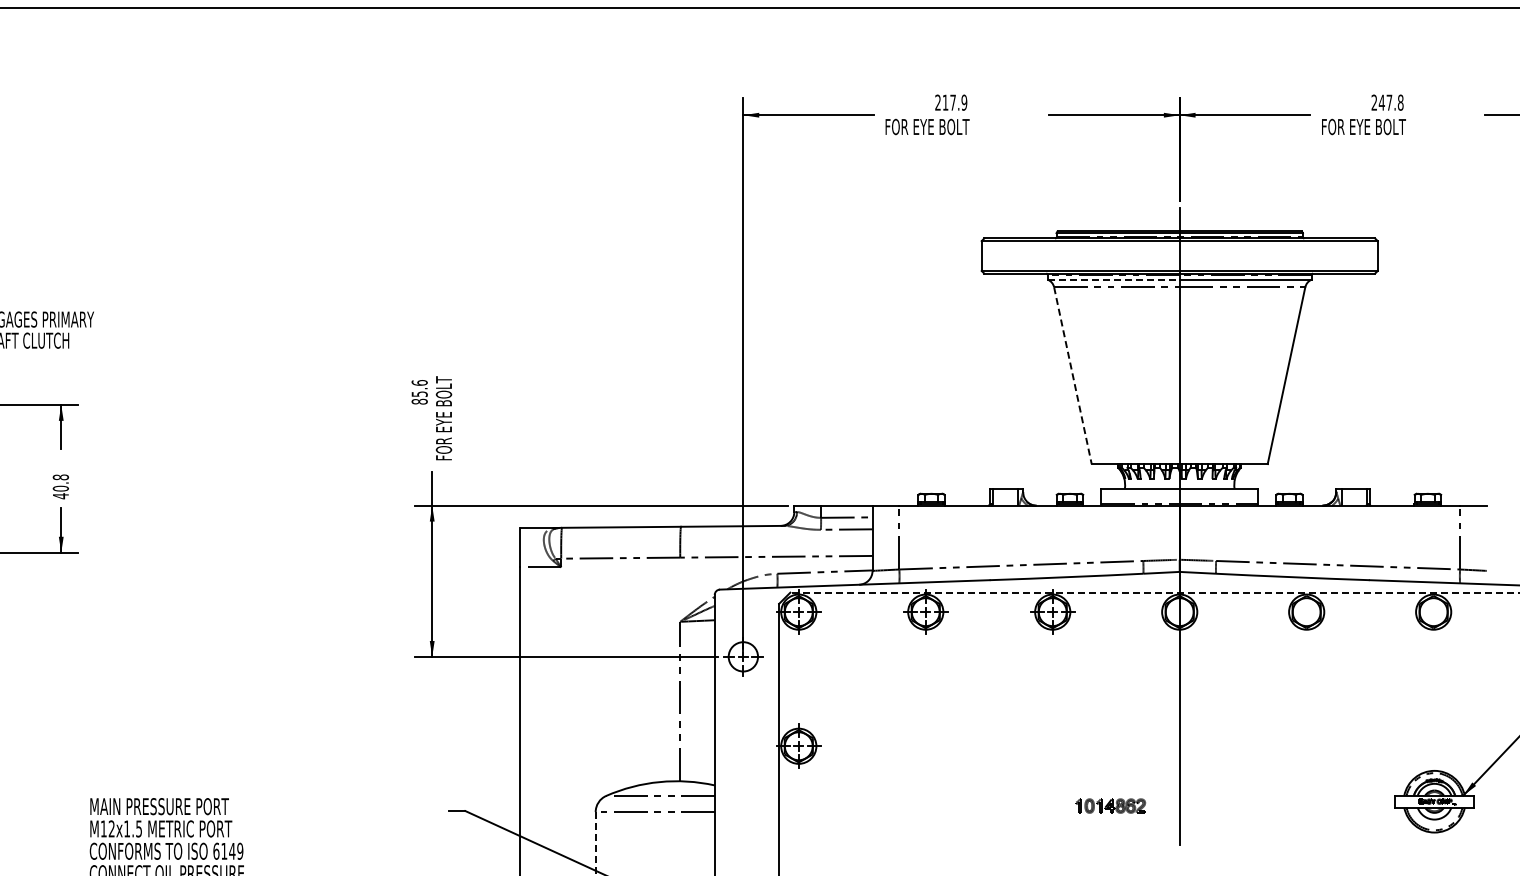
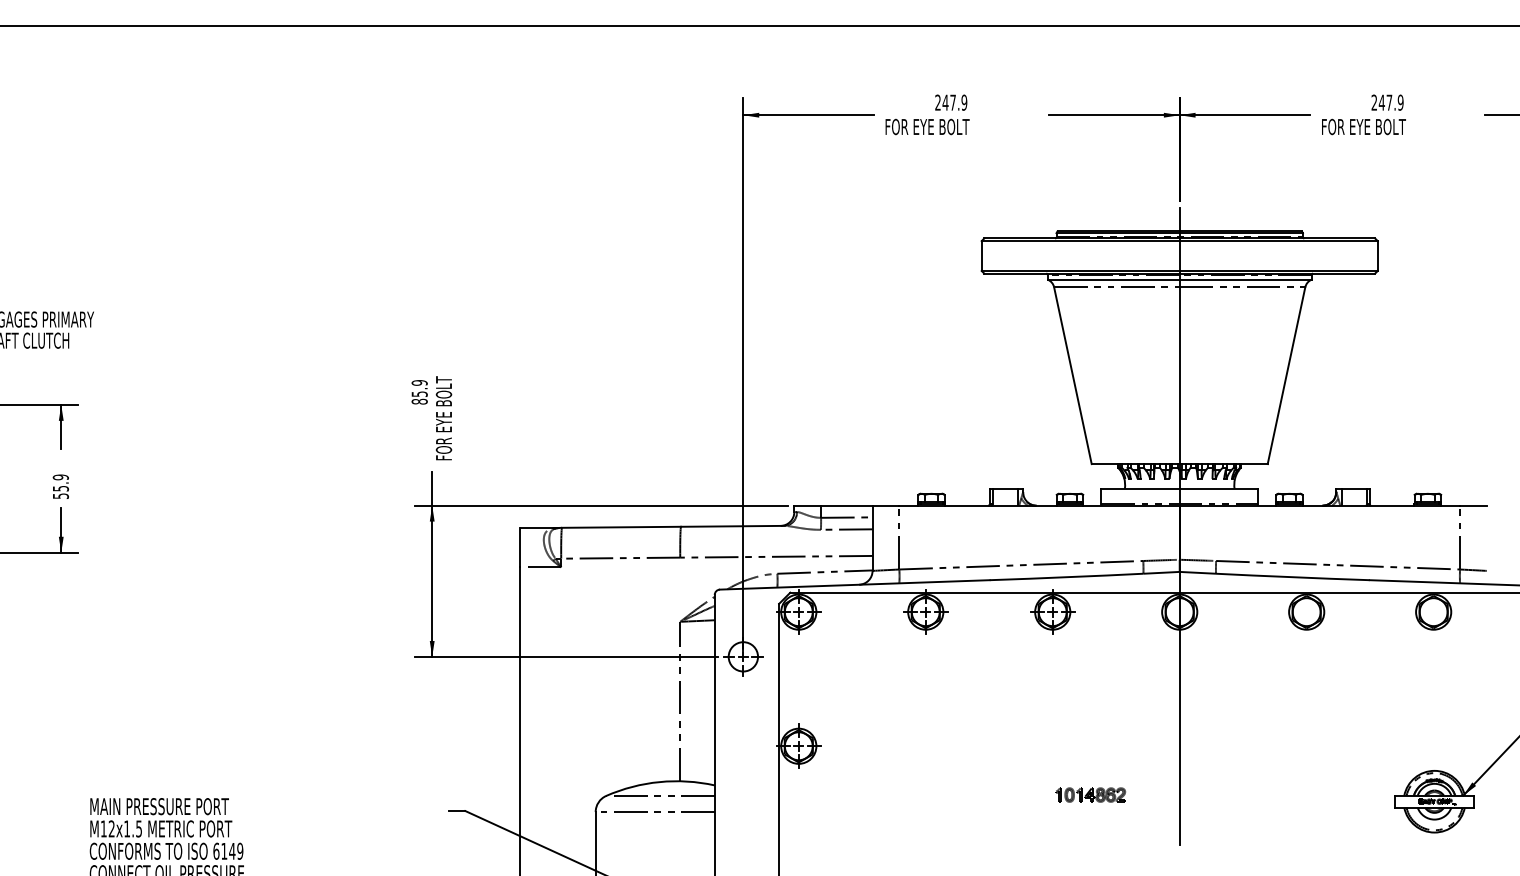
line at (759, 8) position: (759, 8) -> (759, 26)
text at (945, 102): 217.9 -> 247.9
text at (1400, 102): 247.8 -> 247.9
line at (1114, 279): dashed -> solid
line at (1073, 376): dashed -> solid
text at (419, 382): 85.6 -> 85.9
text at (60, 486): 40.8 -> 55.9
line at (1154, 592): dashed -> solid
part at (1110, 805) position: (1110, 805) -> (1090, 794)
line at (595, 843): dashed -> solid
